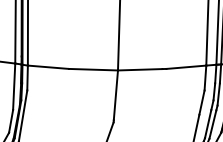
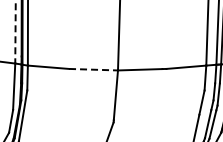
line at (15, 32): solid -> dashed
line at (94, 69): solid -> dashed
